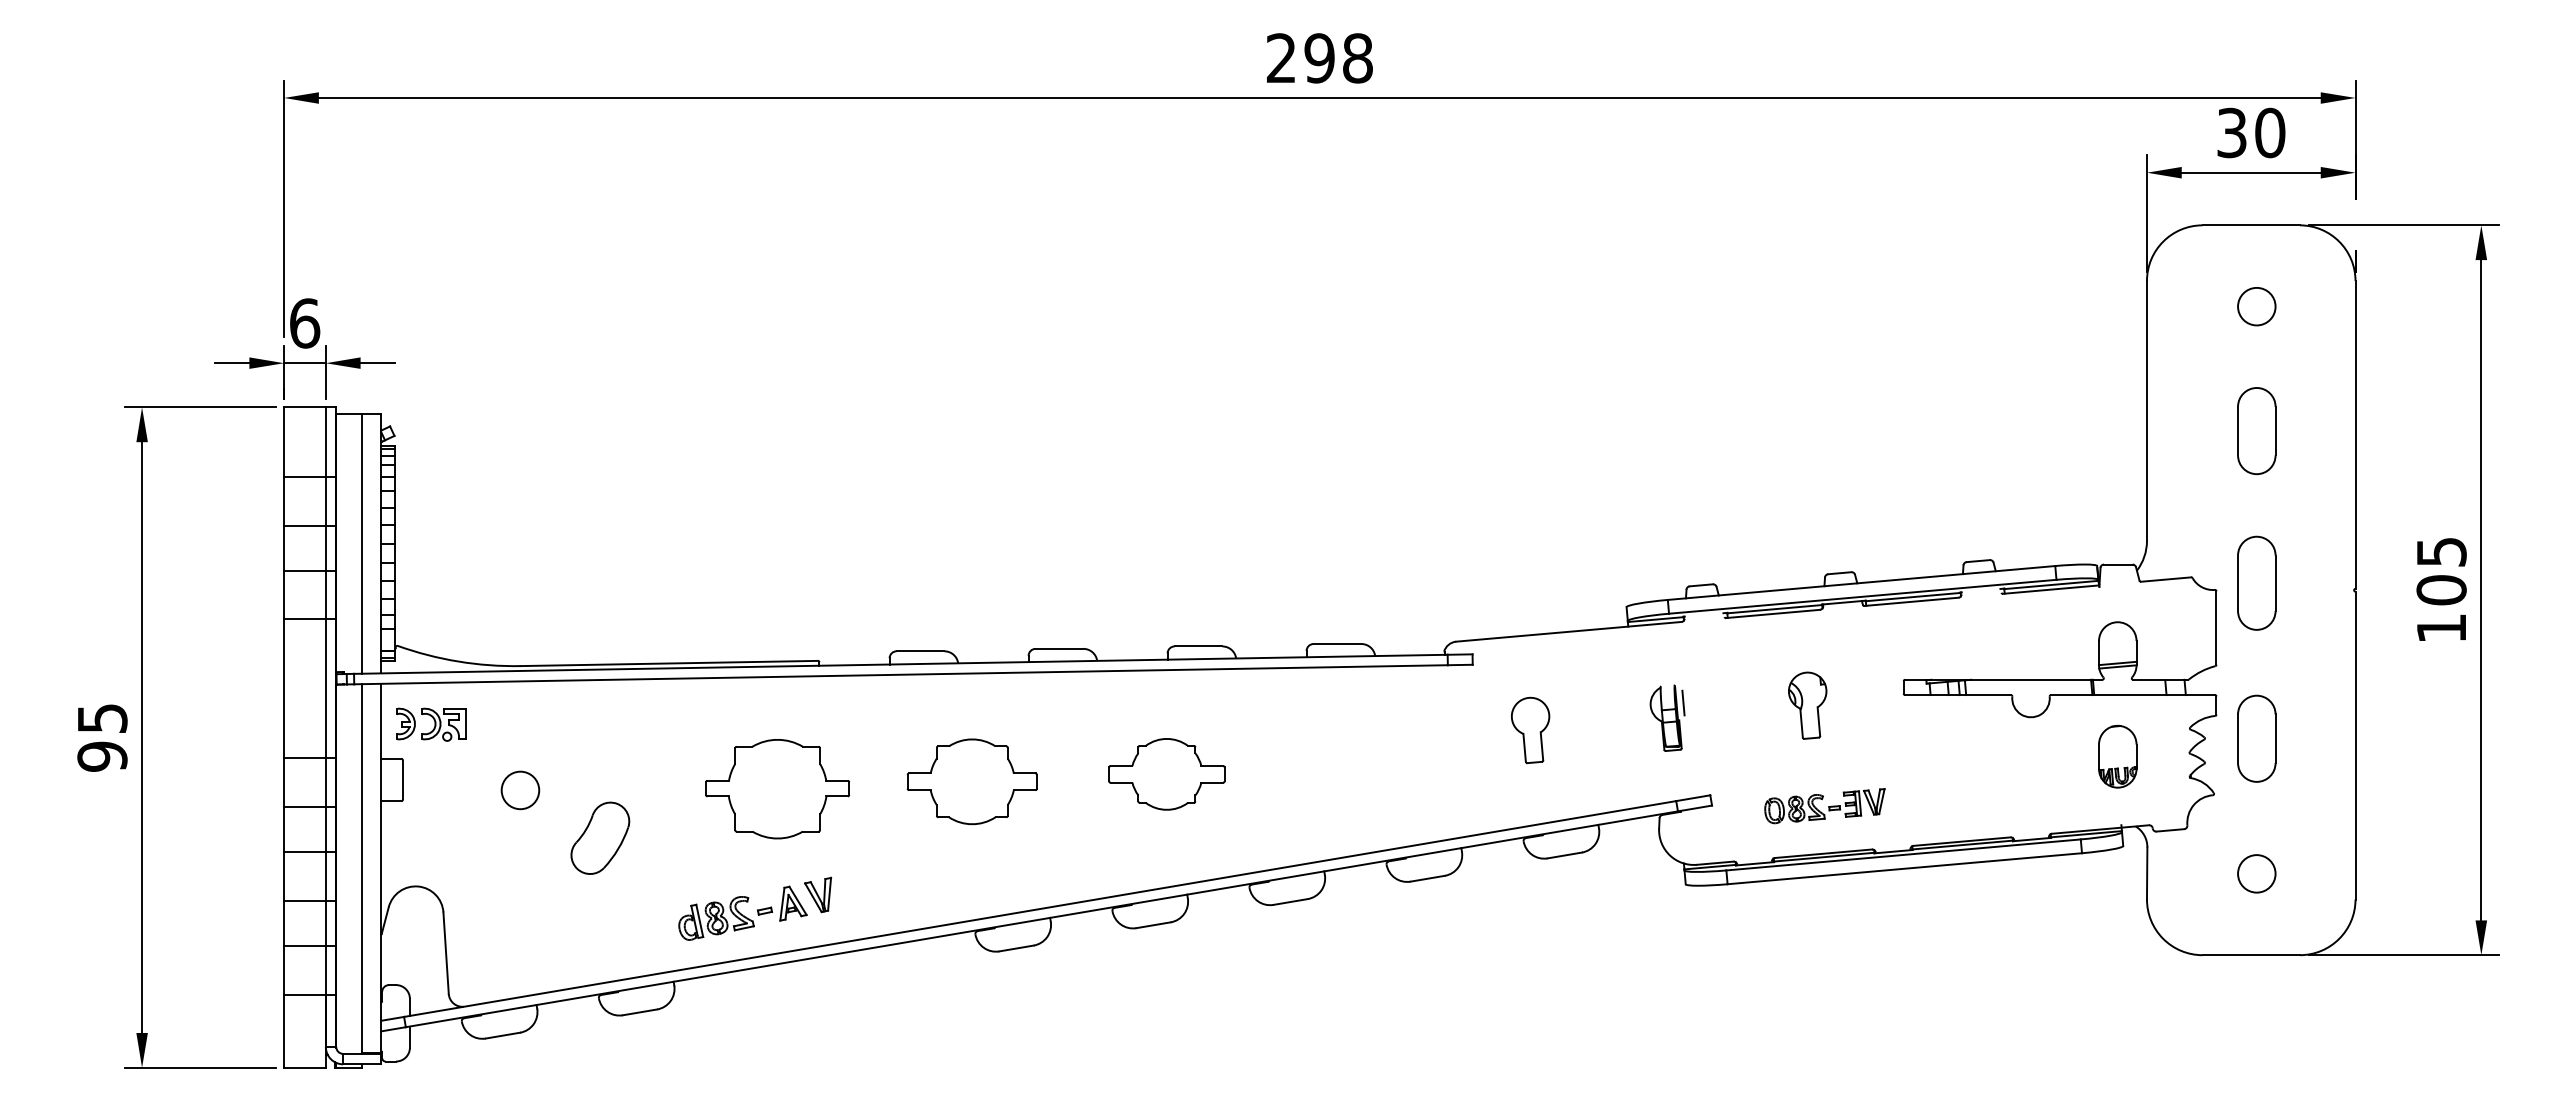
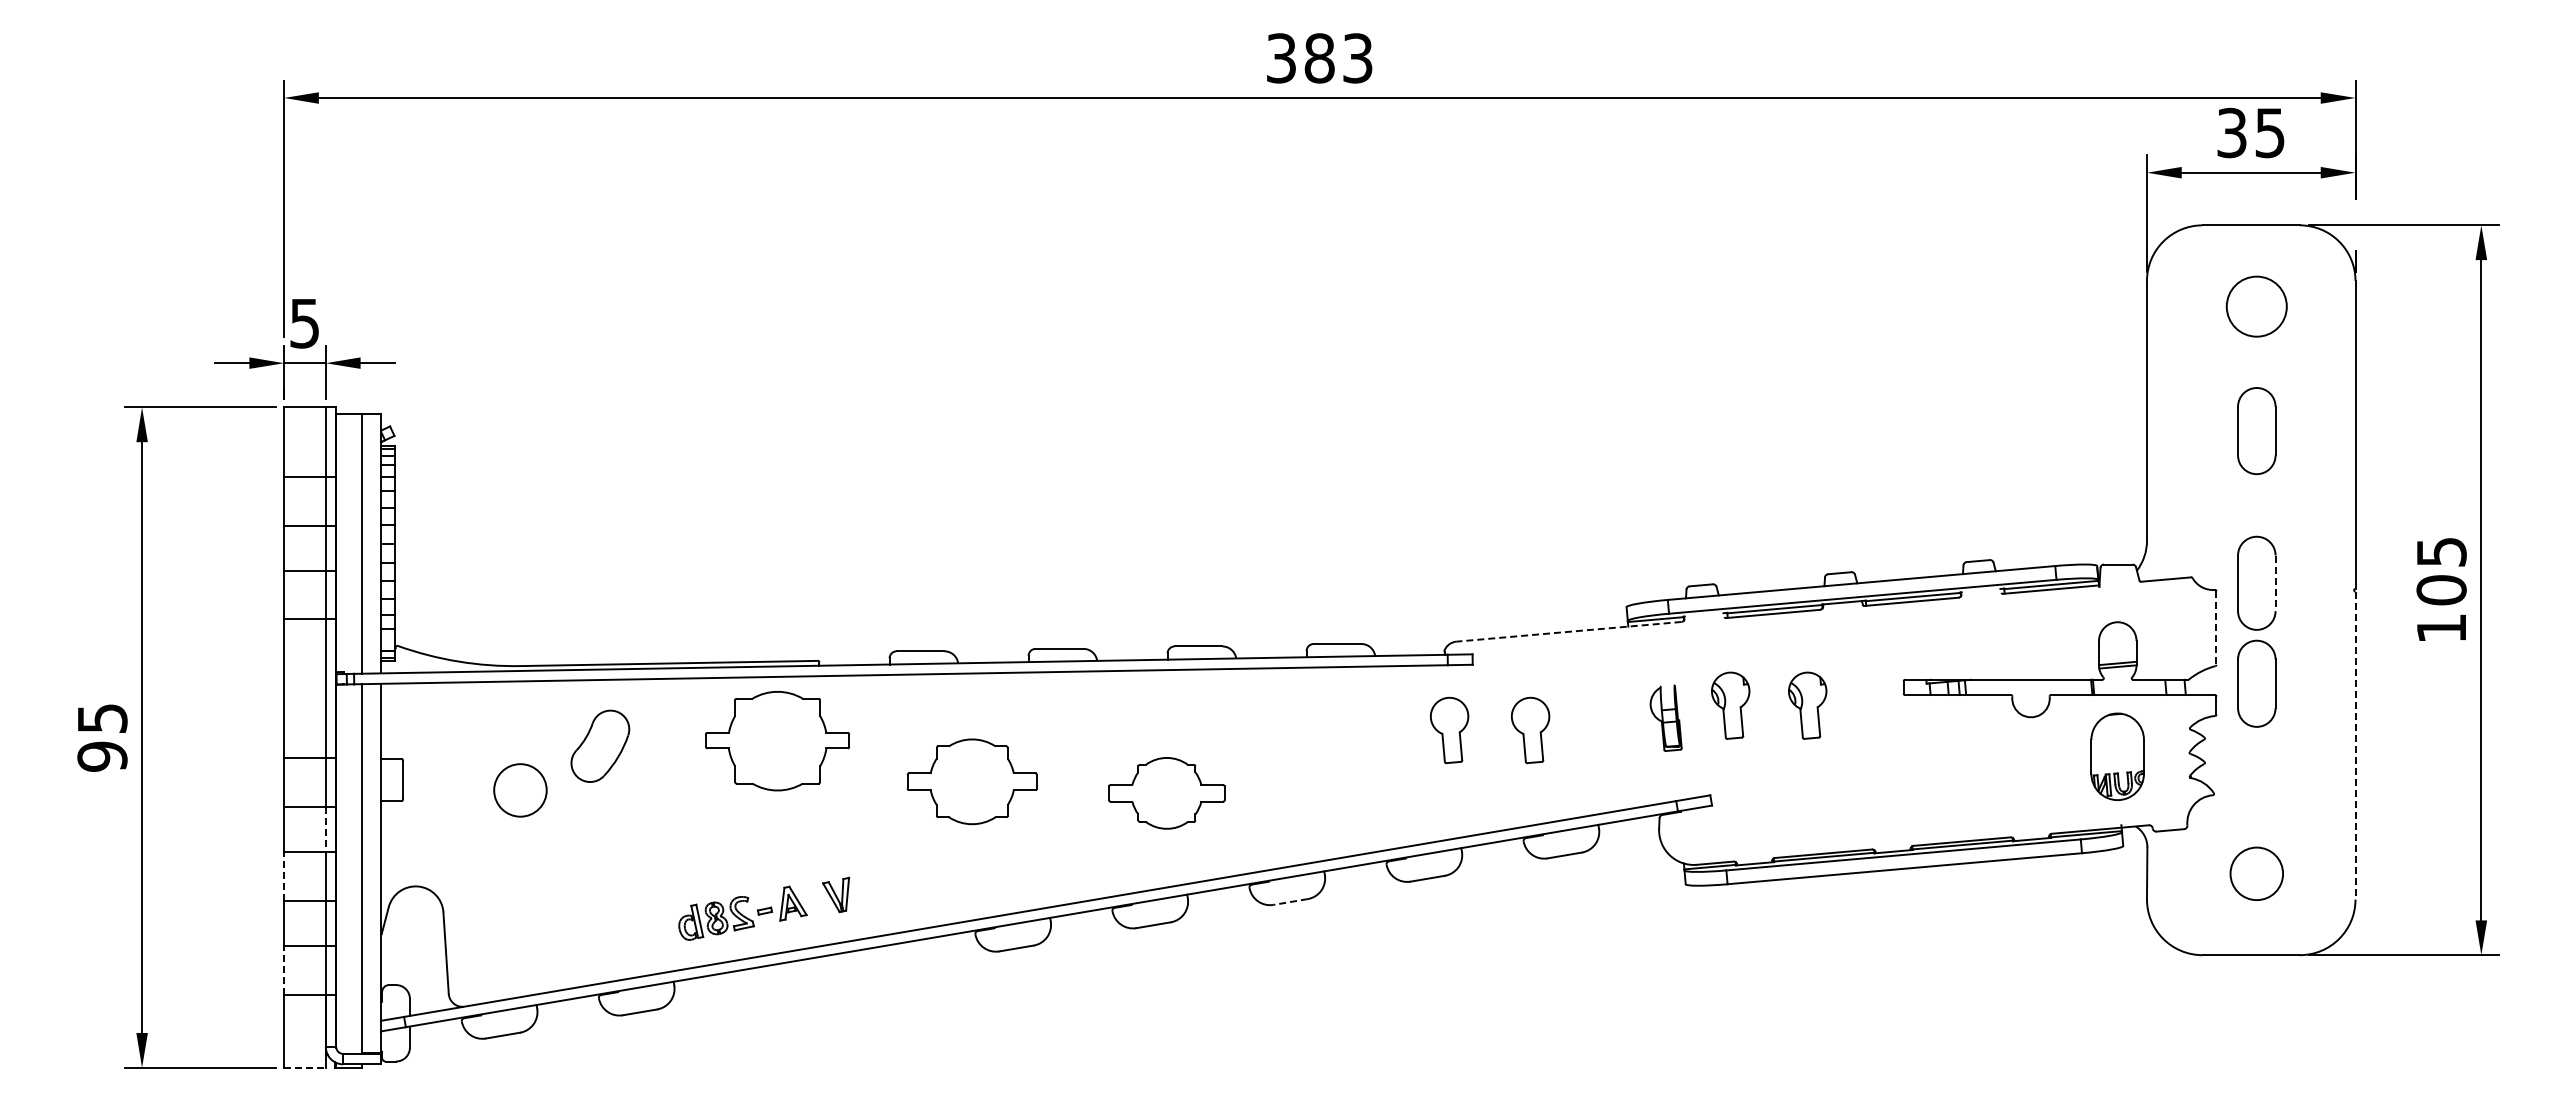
text at (1319, 58): 298 -> 383
text at (2270, 132): 30 -> 35
circle at (2256, 306) diameter: 38 px -> 60 px
text at (305, 323): 6 -> 5
line at (2275, 583): solid -> dashed
line at (2216, 628): solid -> dashed
line at (1568, 631): solid -> dashed
line at (1683, 702): present -> none
part at (1730, 705): none -> present
part at (431, 724): present -> none
part at (1449, 730): none -> present
part at (2256, 738) position: (2256, 738) -> (2256, 683)
line at (2355, 745): solid -> dashed
part at (2117, 756) size: 40x65 px -> 55x89 px
part at (1166, 774) position: (1166, 774) -> (1166, 793)
part at (777, 789) position: (777, 789) -> (777, 741)
circle at (520, 790) size: 41x41 px -> 55x55 px
part at (1824, 806): present -> none
line at (325, 829): solid -> dashed
part at (600, 837) position: (600, 837) -> (600, 745)
circle at (2256, 873) diameter: 38 px -> 53 px
line at (284, 876): solid -> dashed
part at (817, 894) position: (817, 894) -> (835, 894)
line at (1290, 902): solid -> dashed
line at (284, 970): solid -> dashed
line at (304, 1067): solid -> dashed
